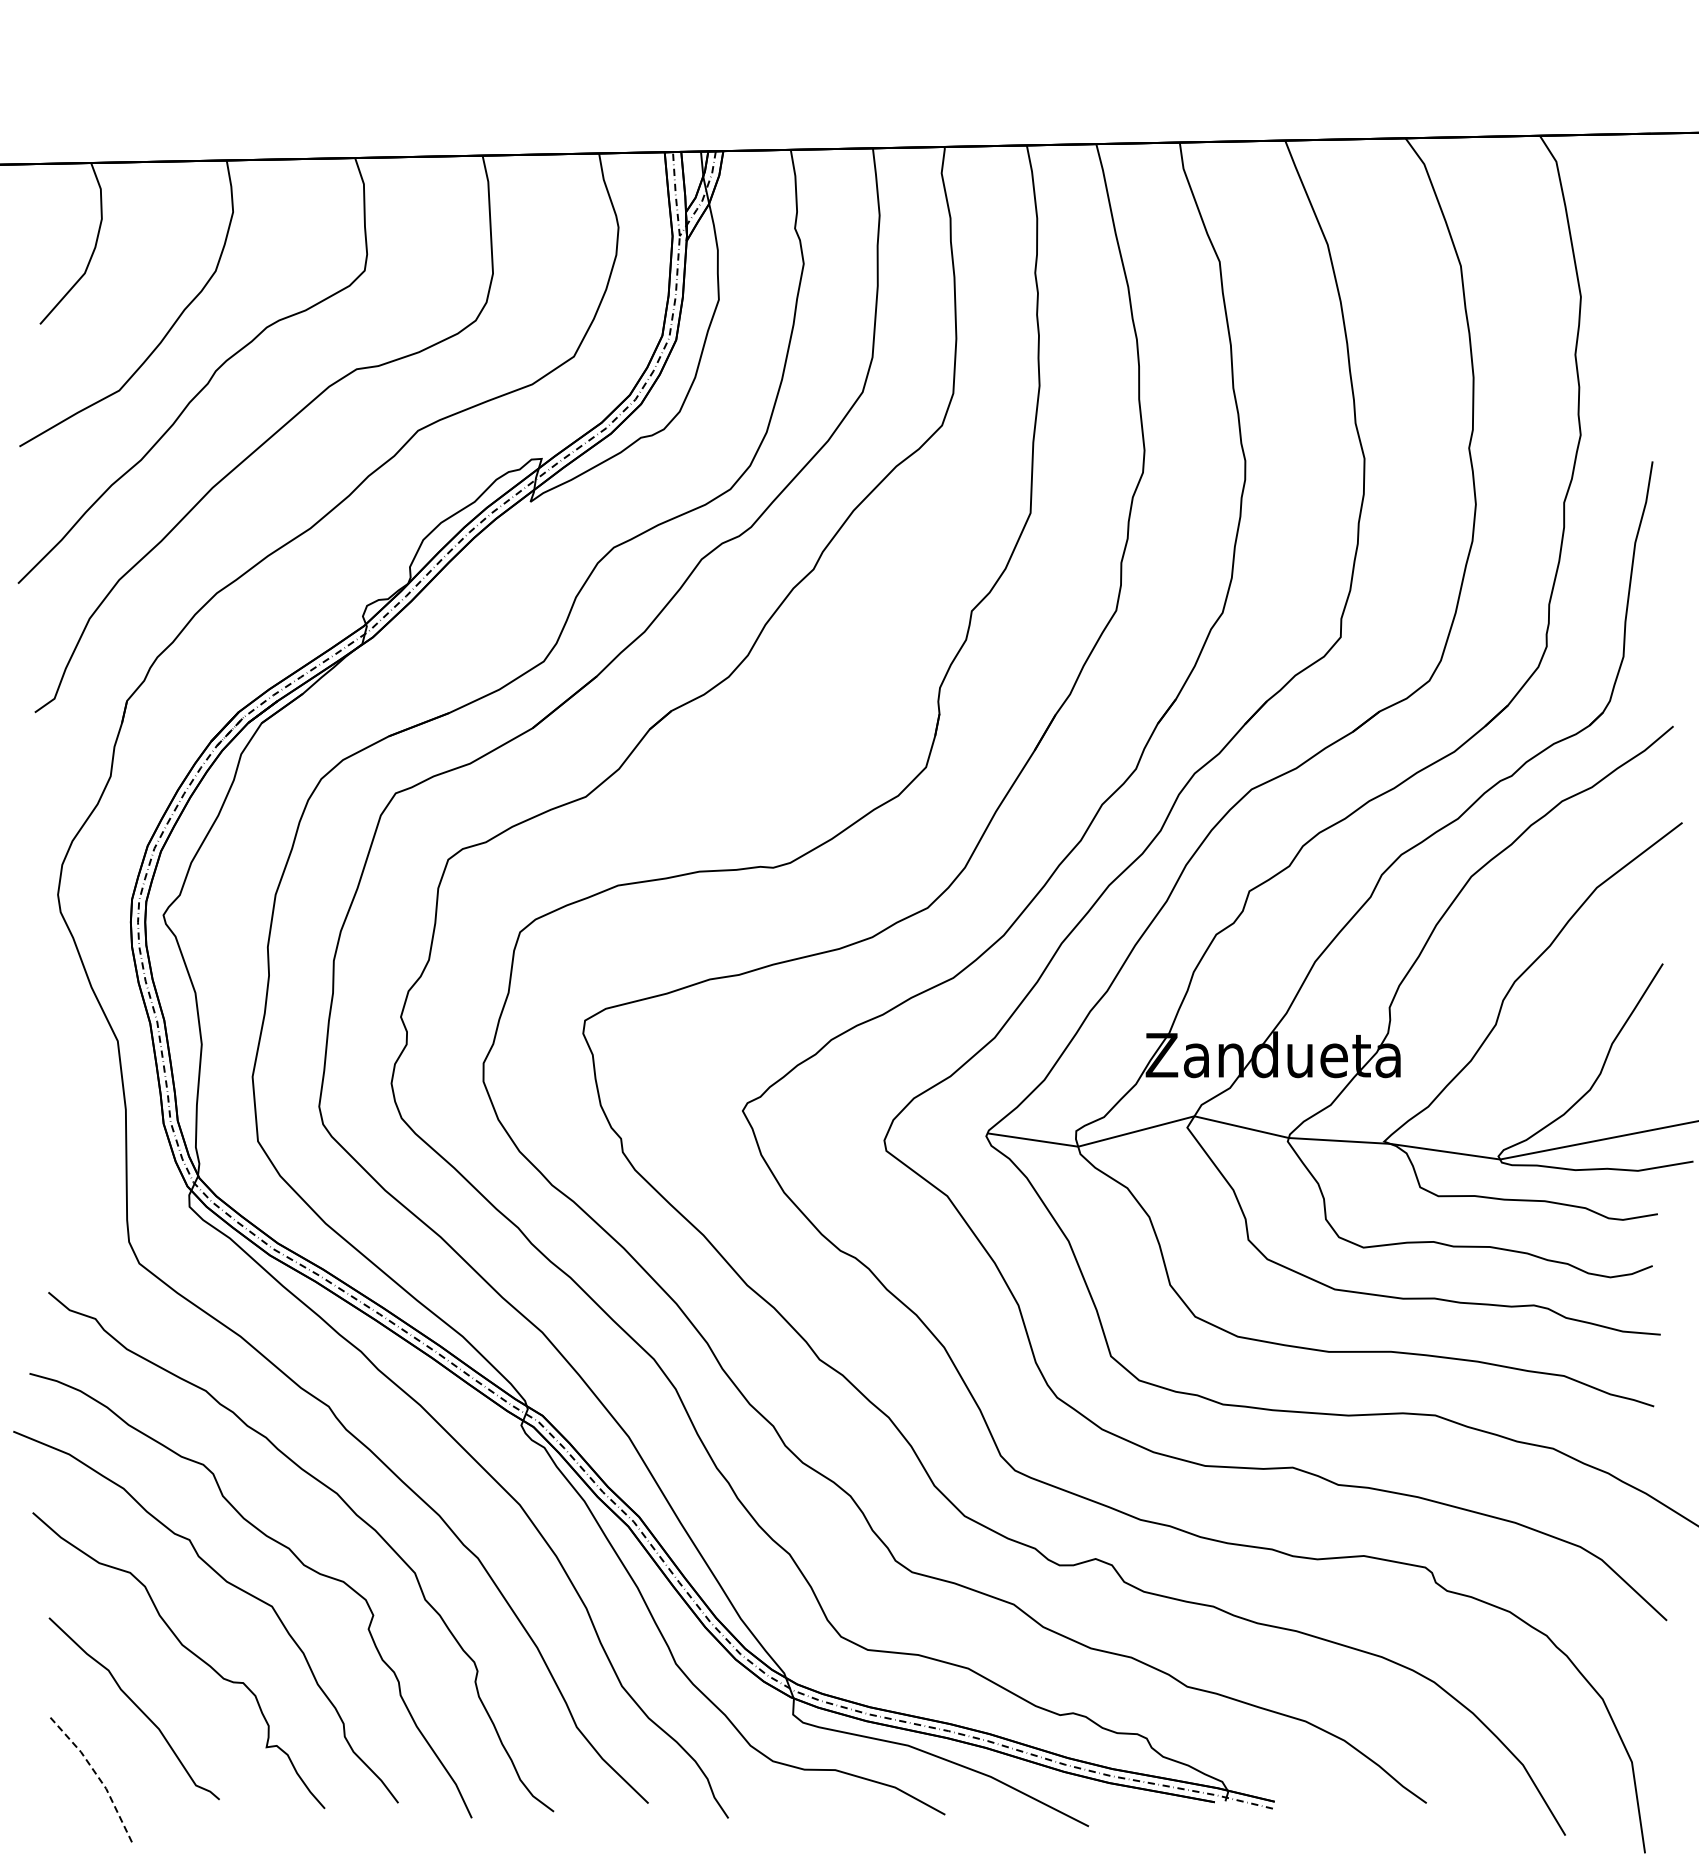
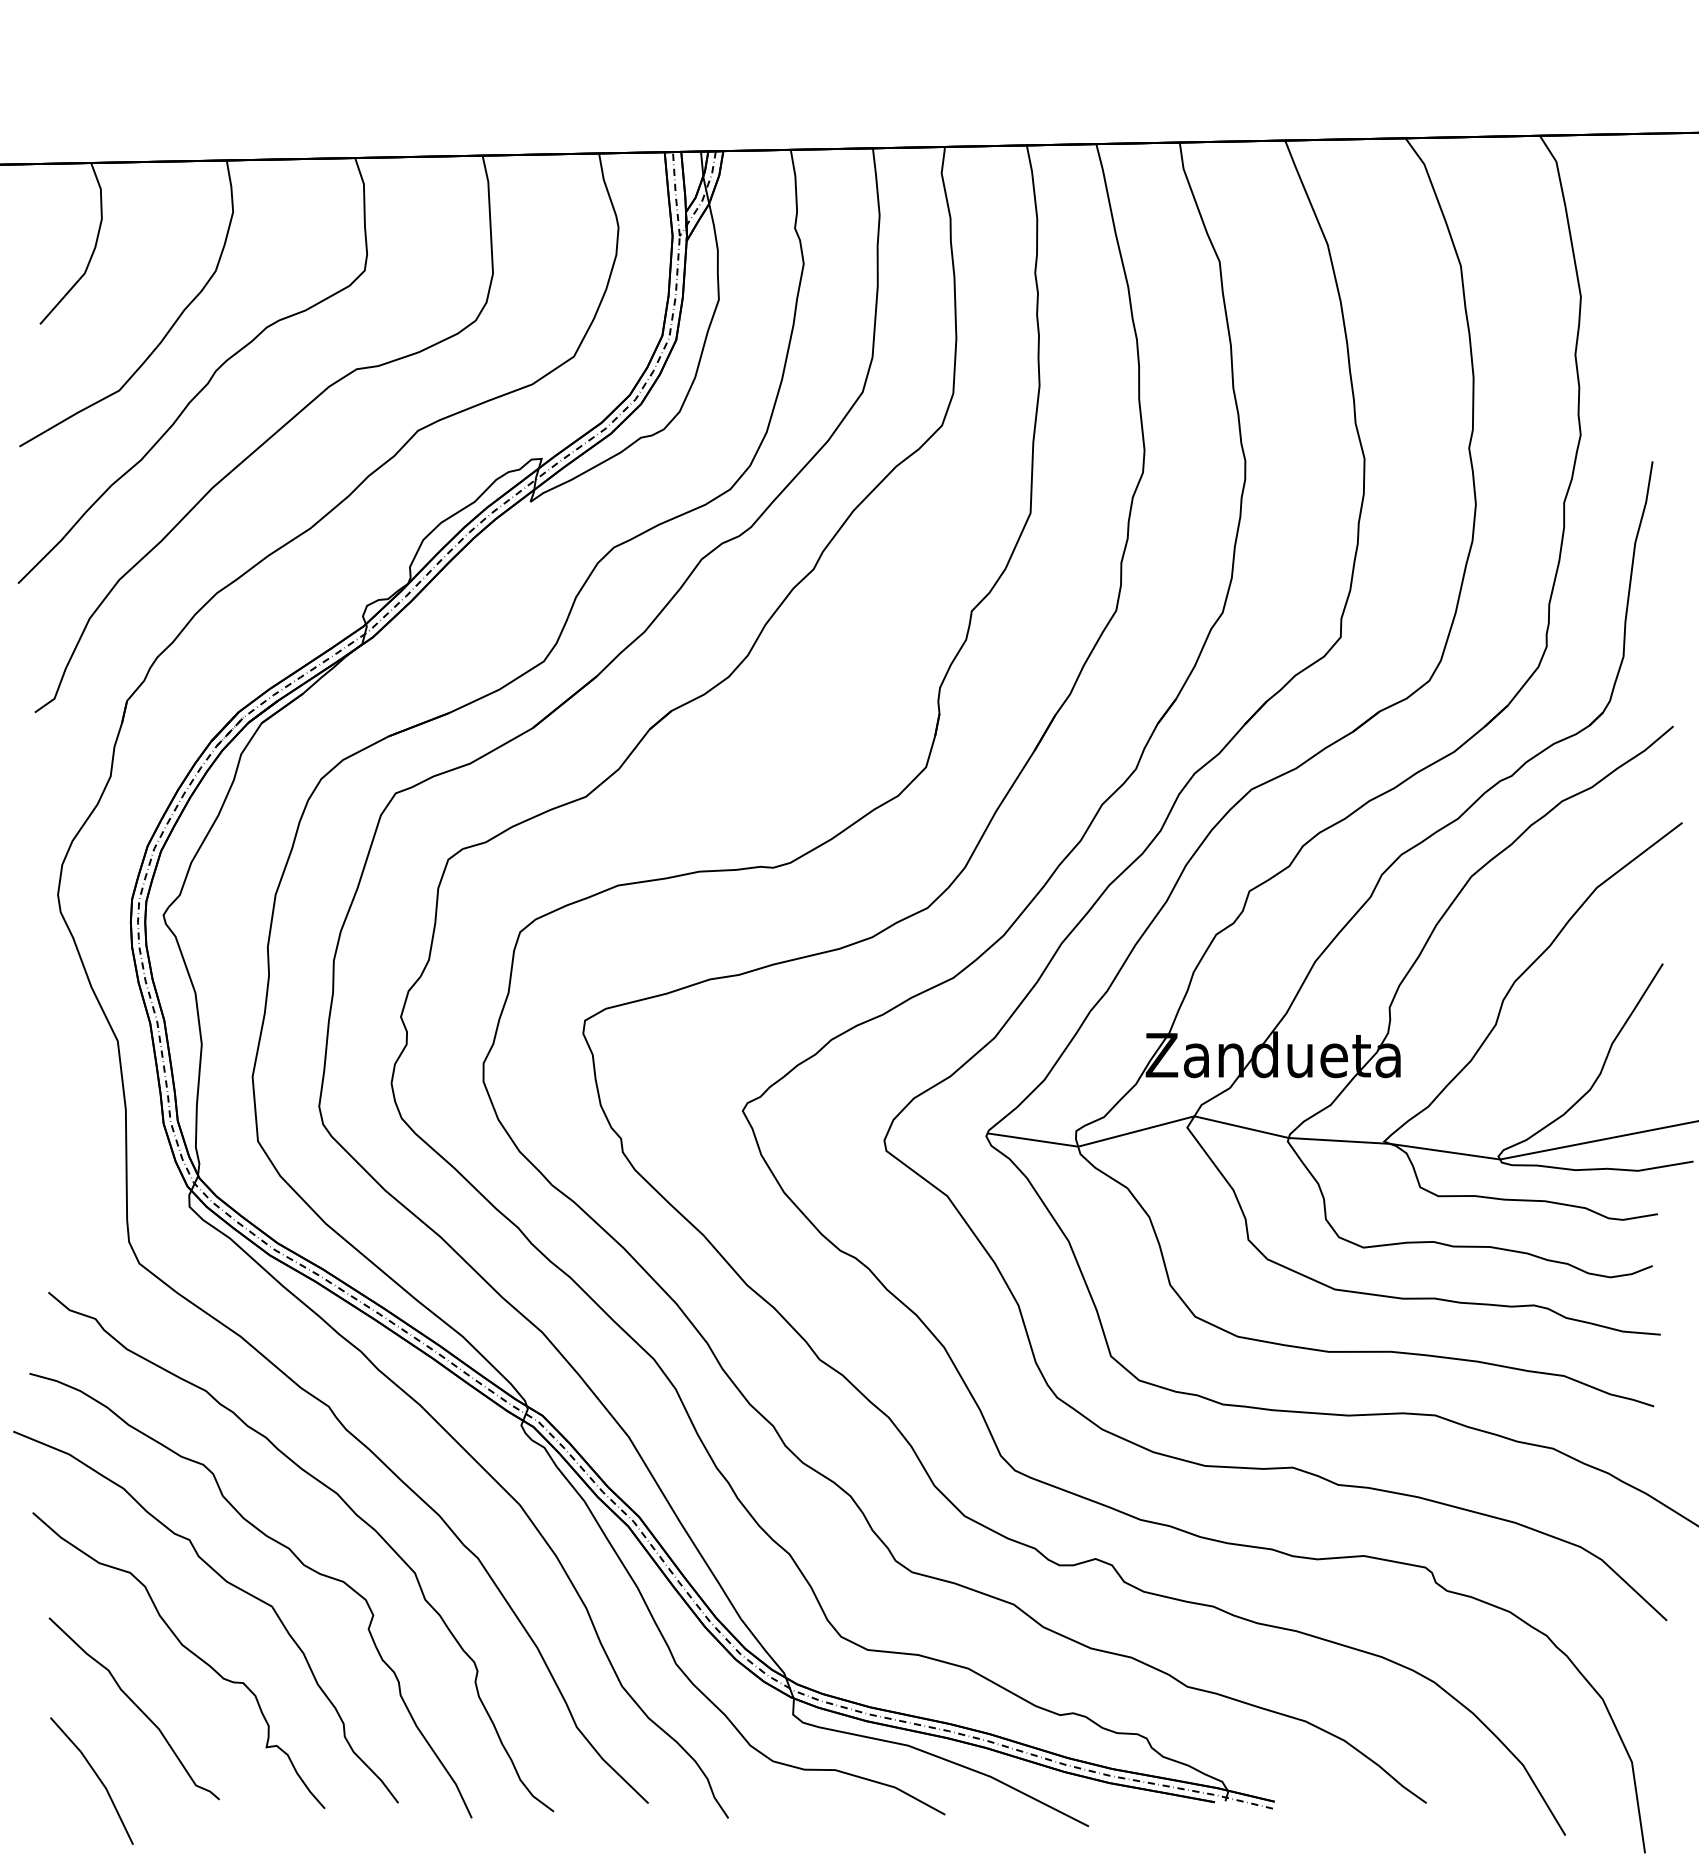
line at (98, 1777): dashed -> solid
